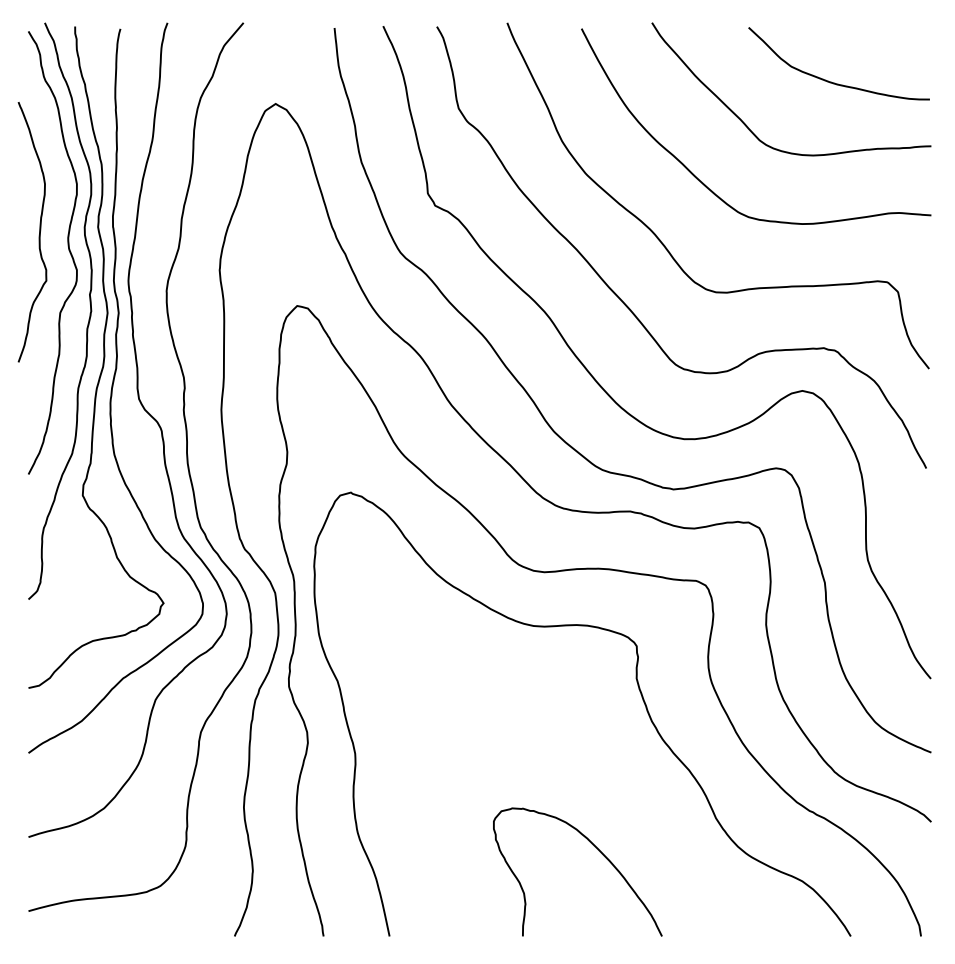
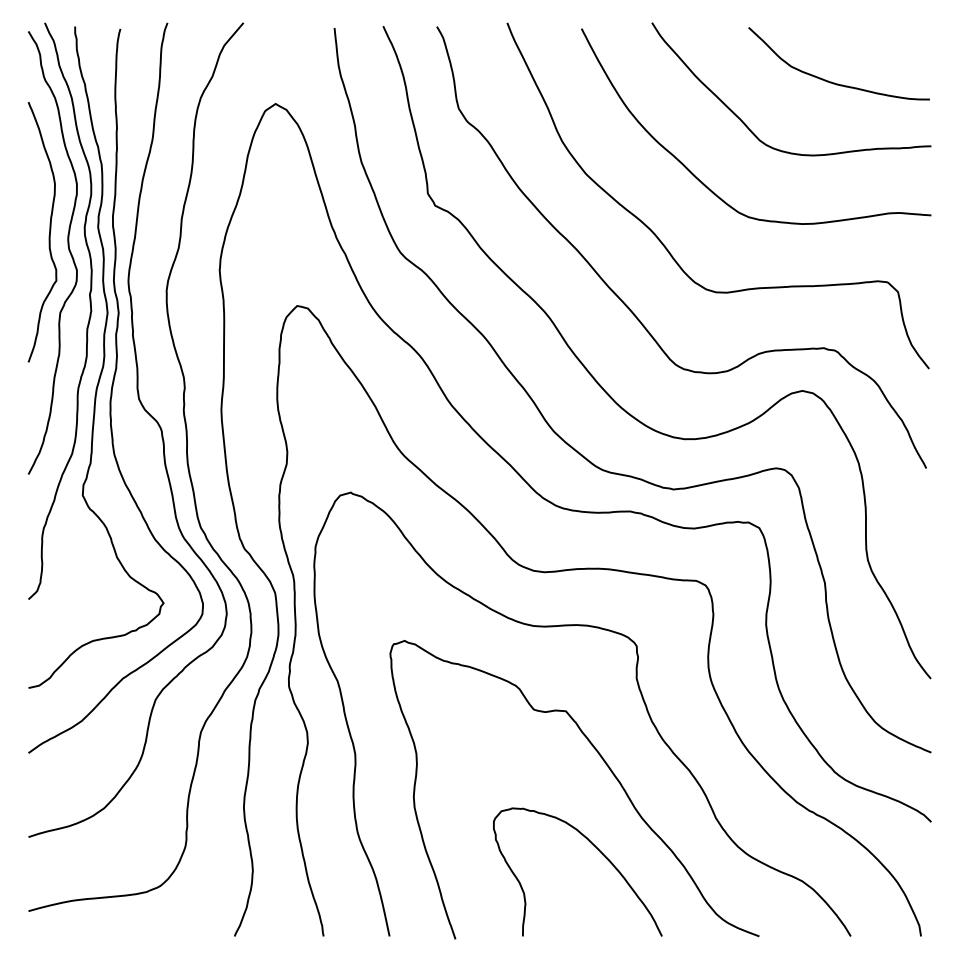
curve at (38, 235) position: (38, 235) -> (48, 235)
curve at (605, 764): none -> present
